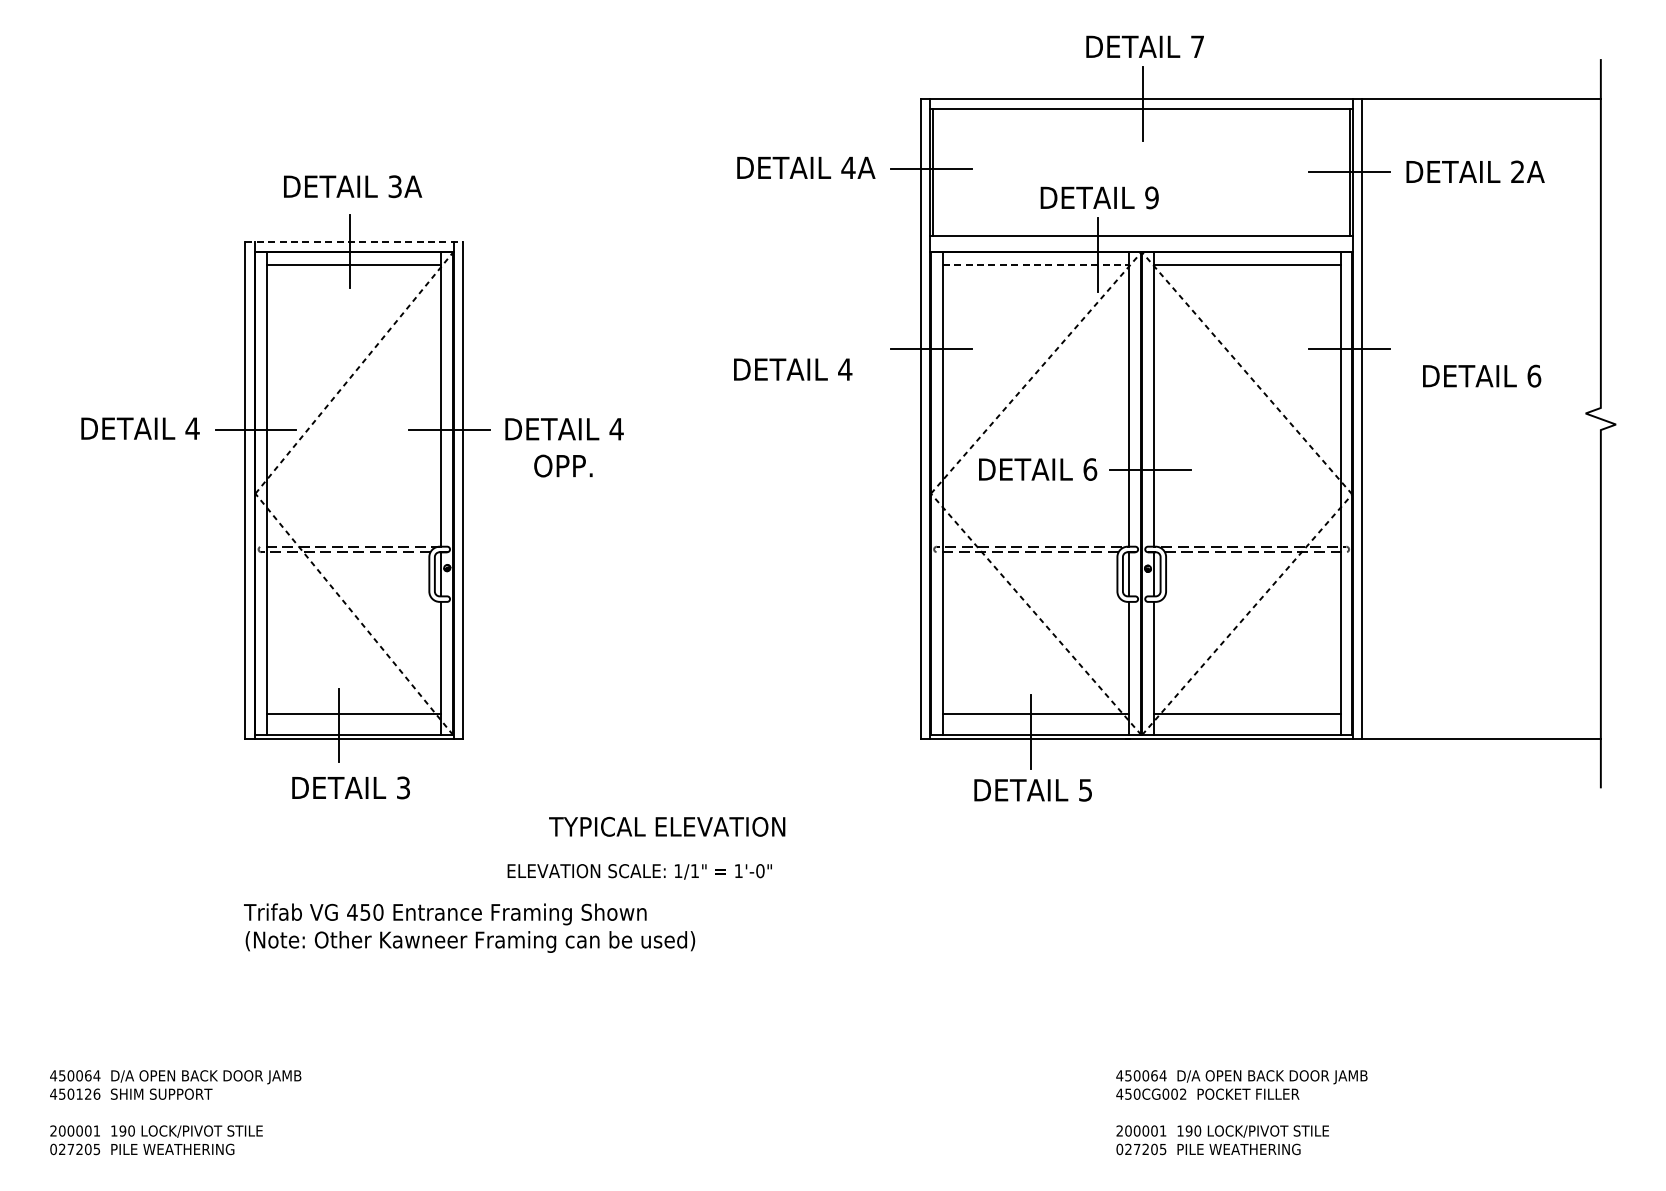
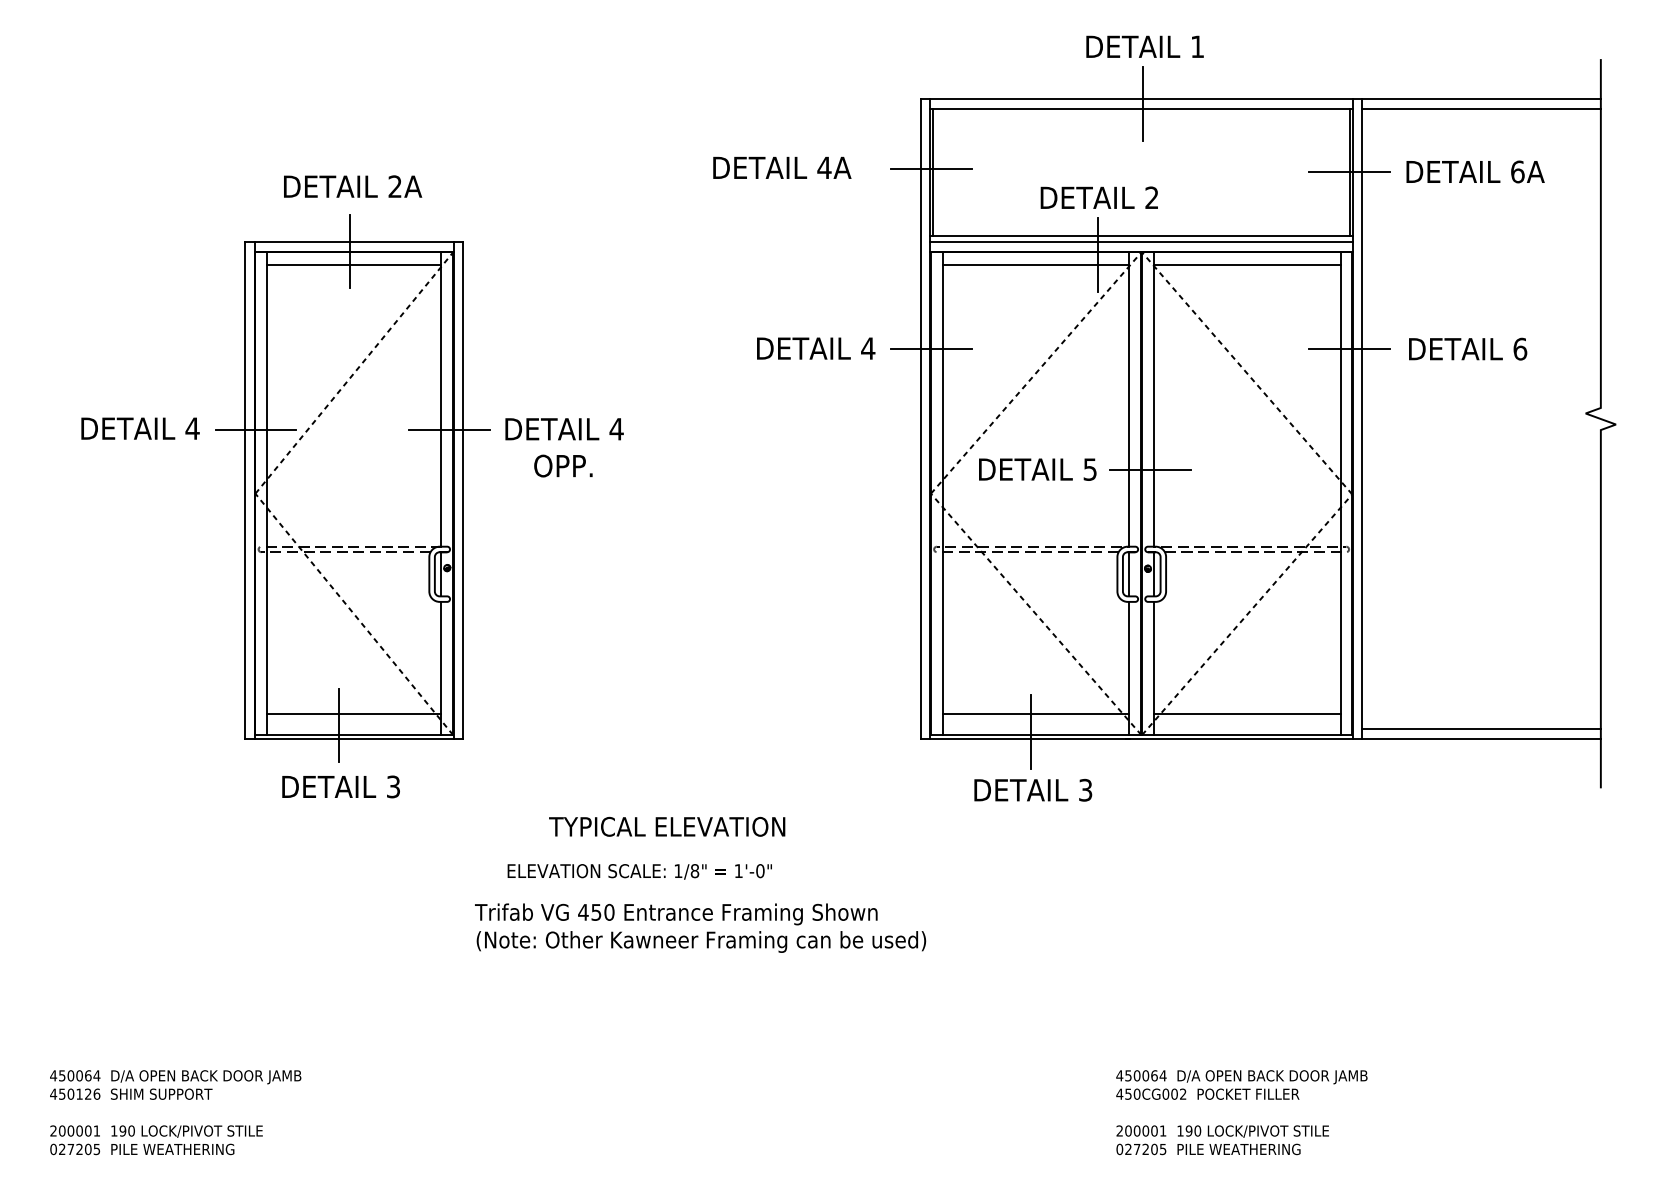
text at (1197, 46): 7 -> 1
line at (1481, 108): none -> present
text at (806, 167) position: (806, 167) -> (782, 167)
text at (1517, 171): 2A -> 6A
text at (394, 186): 3A -> 2A
text at (1151, 197): 9 -> 2
line at (354, 242): dashed -> solid
line at (1141, 242): none -> present
line at (1036, 264): dashed -> solid
text at (793, 369) position: (793, 369) -> (816, 348)
text at (1482, 375) position: (1482, 375) -> (1468, 348)
text at (1090, 469): 6 -> 5
line at (1481, 729): none -> present
text at (350, 787) position: (350, 787) -> (340, 786)
text at (1085, 789): 5 -> 3
text at (694, 871): 1/1" -> 1/8"
text at (469, 927) position: (469, 927) -> (700, 927)
